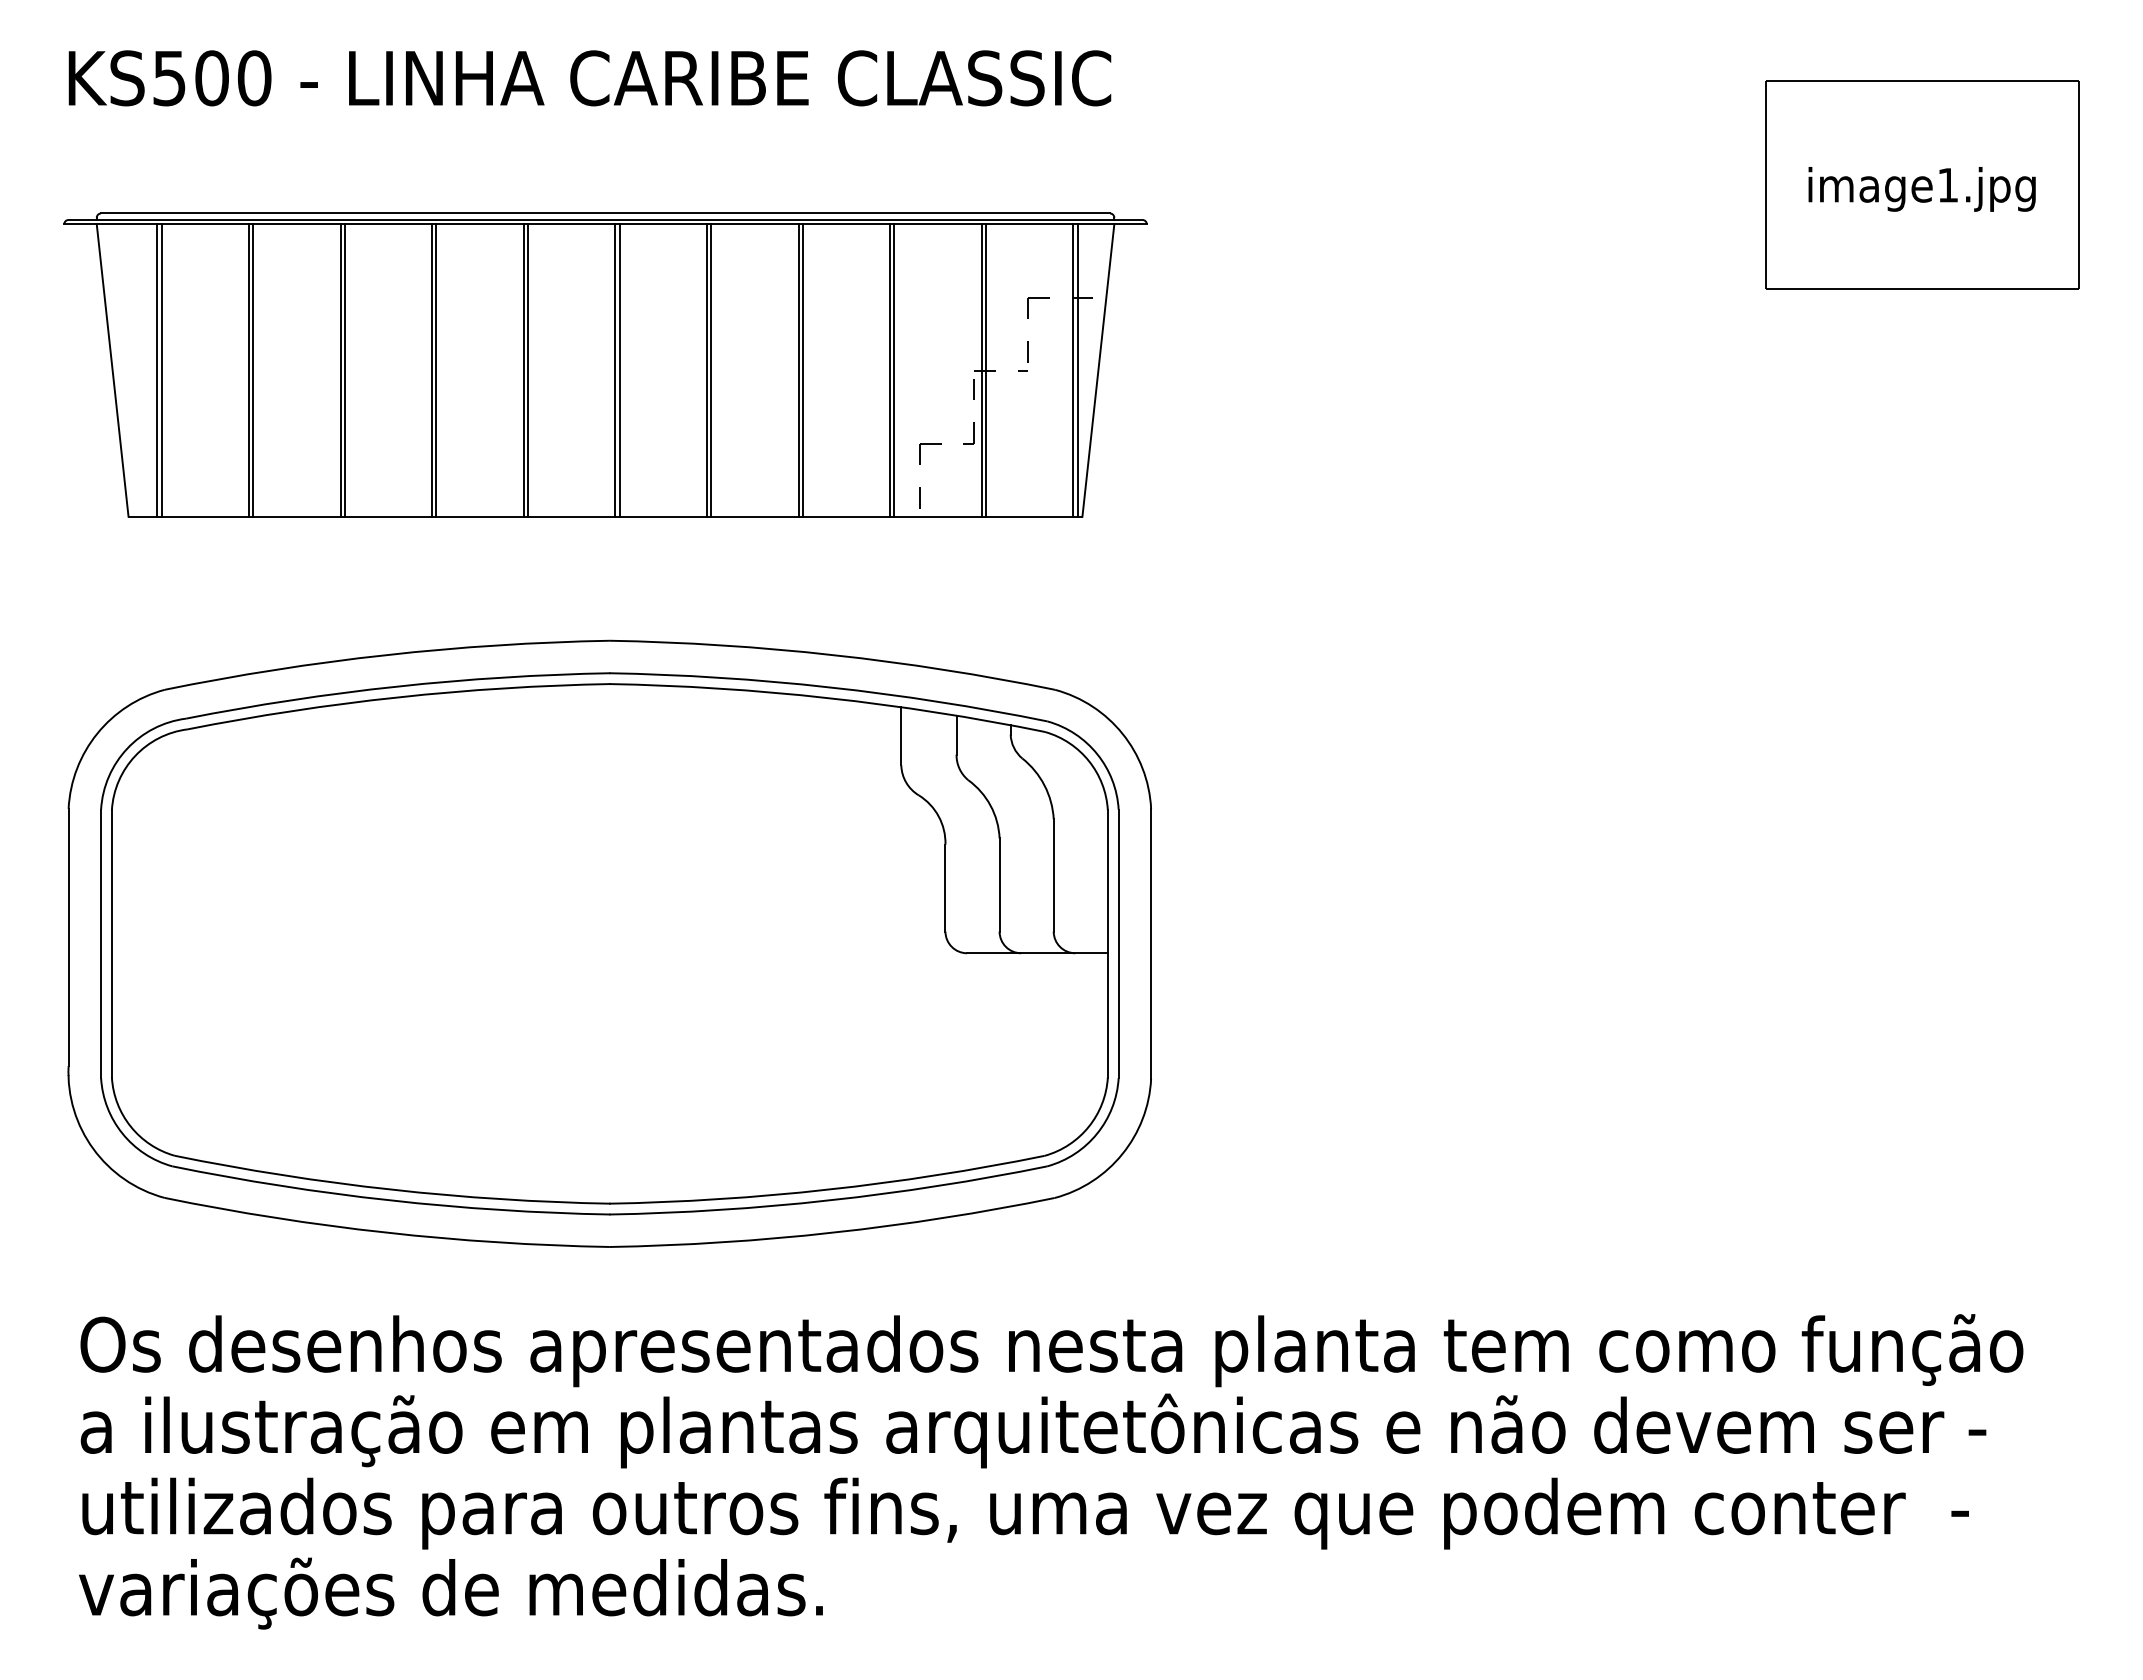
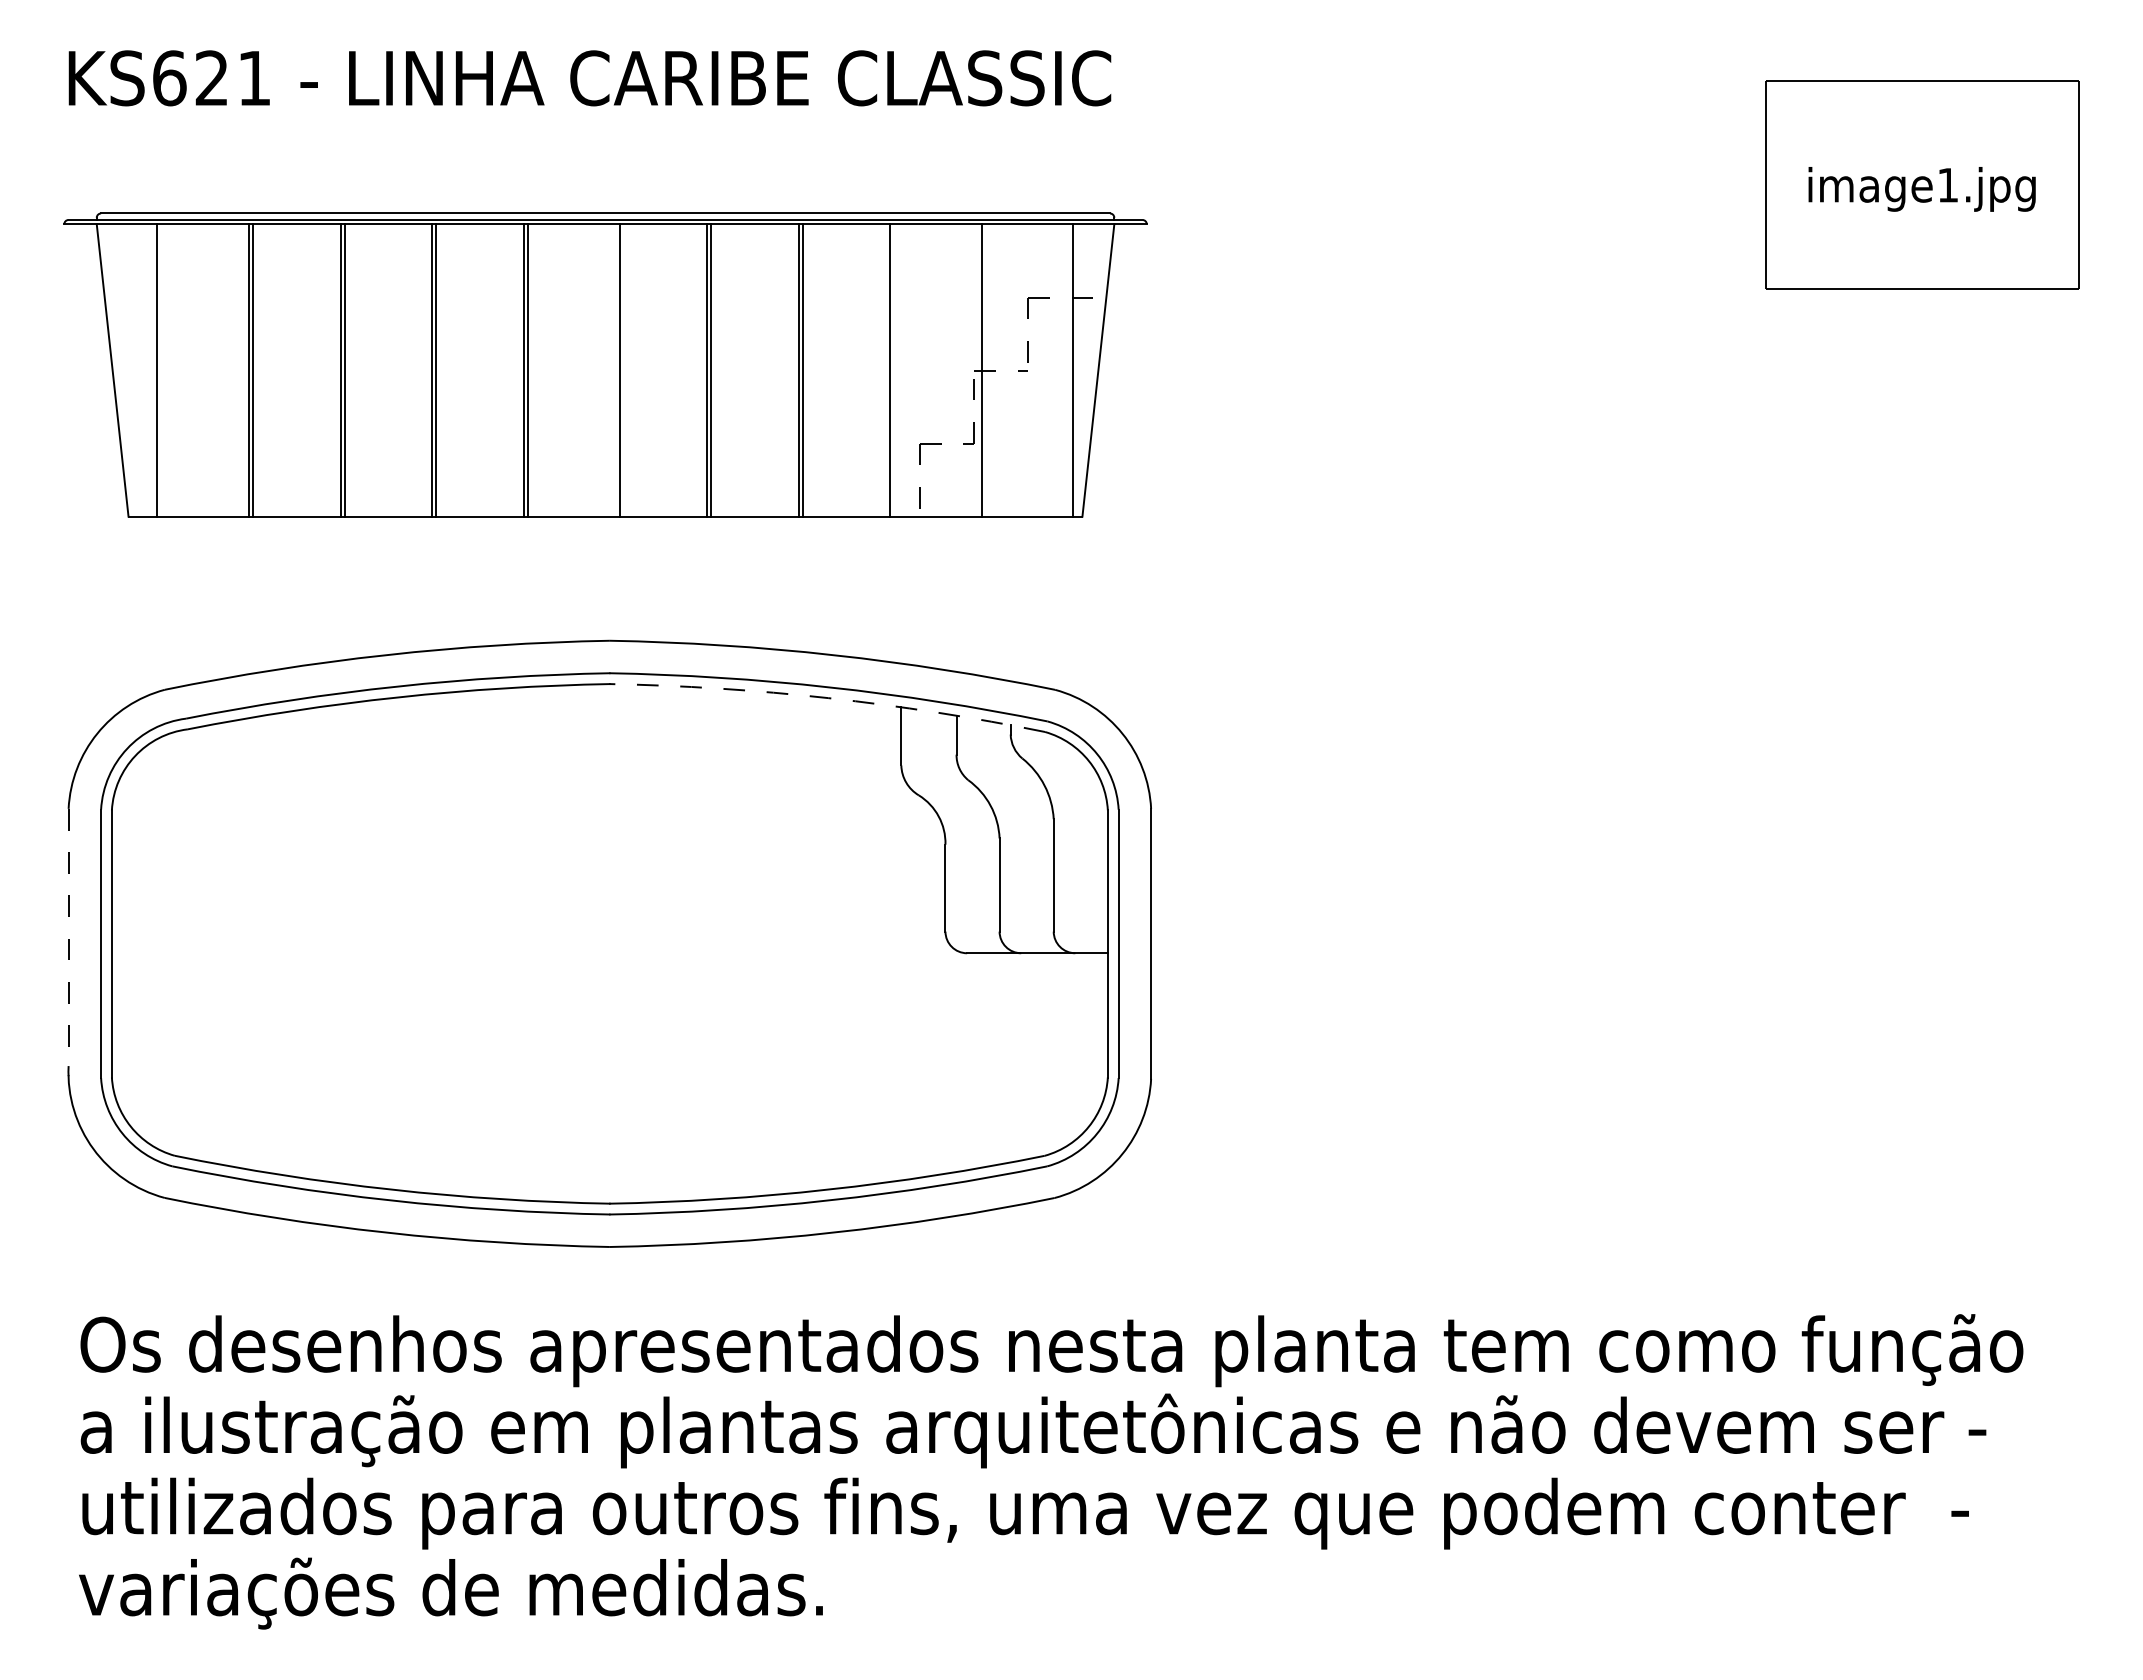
text at (212, 78): KS500 -> KS621
line at (161, 370): present -> none
line at (615, 370): present -> none
line at (894, 370): present -> none
line at (986, 370): present -> none
line at (1077, 370): present -> none
arc at (828, 698): solid -> dashed
line at (68, 937): solid -> dashed
